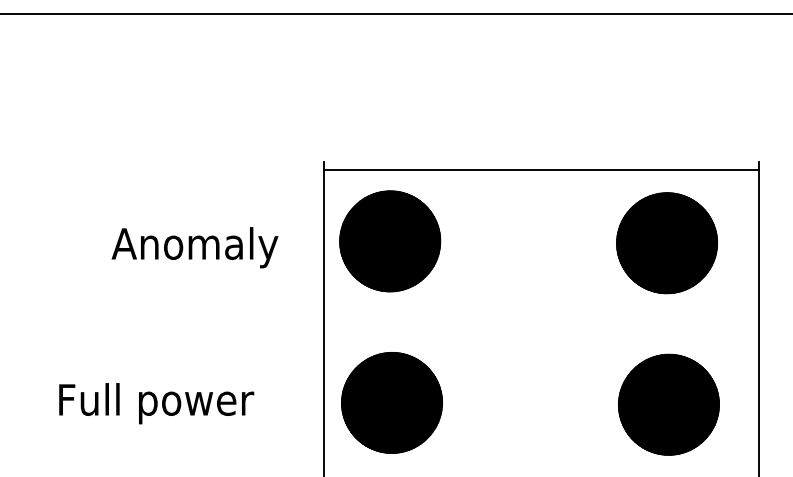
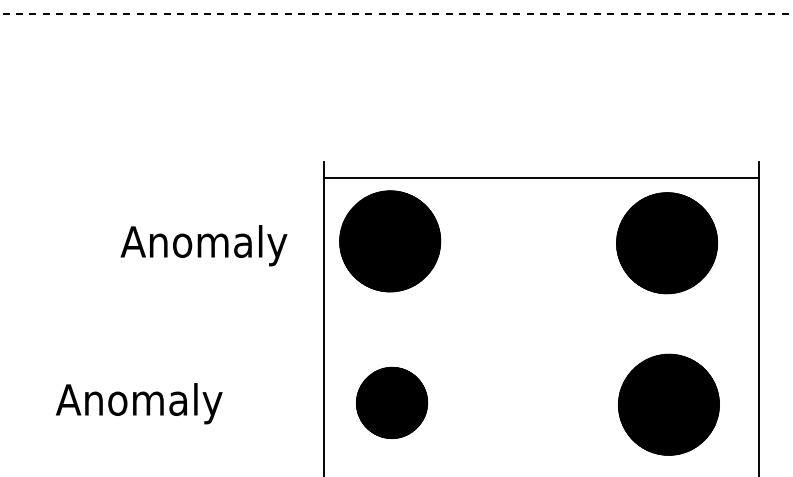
line at (396, 14): solid -> dashed
line at (541, 169) position: (541, 169) -> (541, 177)
text at (194, 247) position: (194, 247) -> (203, 245)
part at (391, 402) size: 102x102 px -> 73x73 px
text at (155, 403): Full power -> Anomaly
